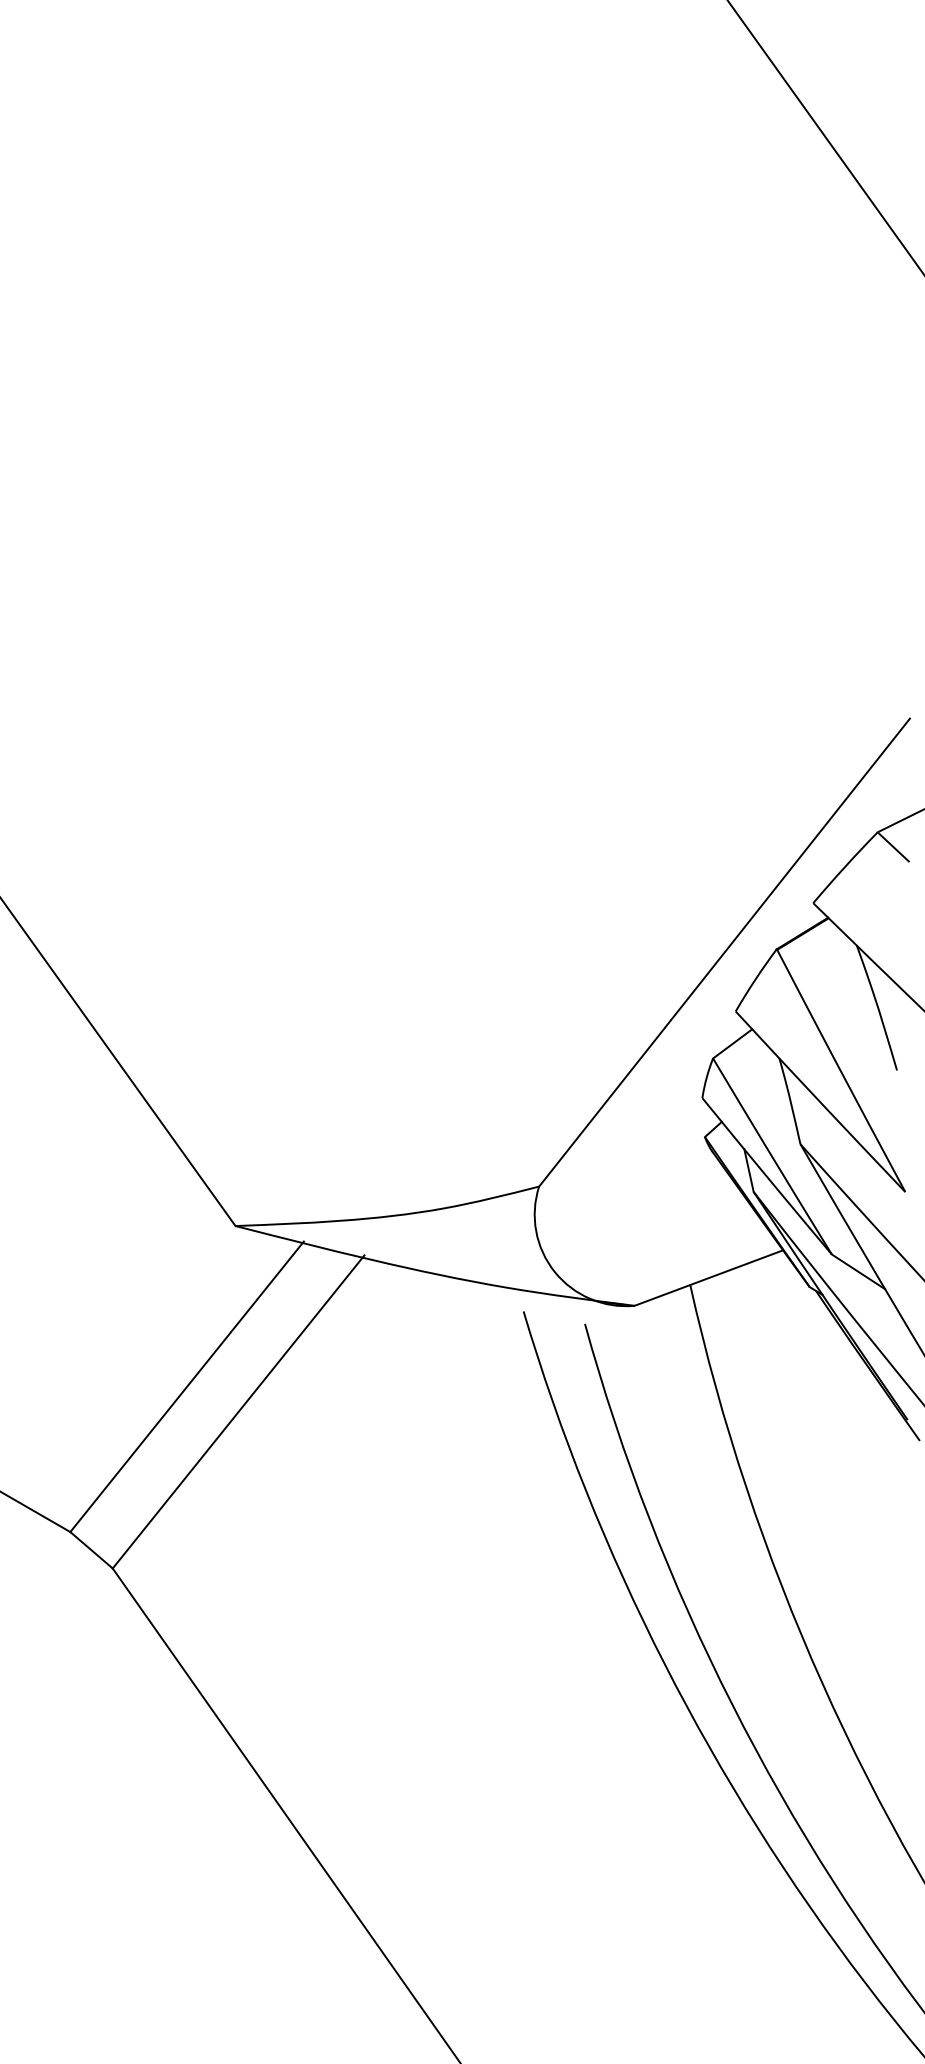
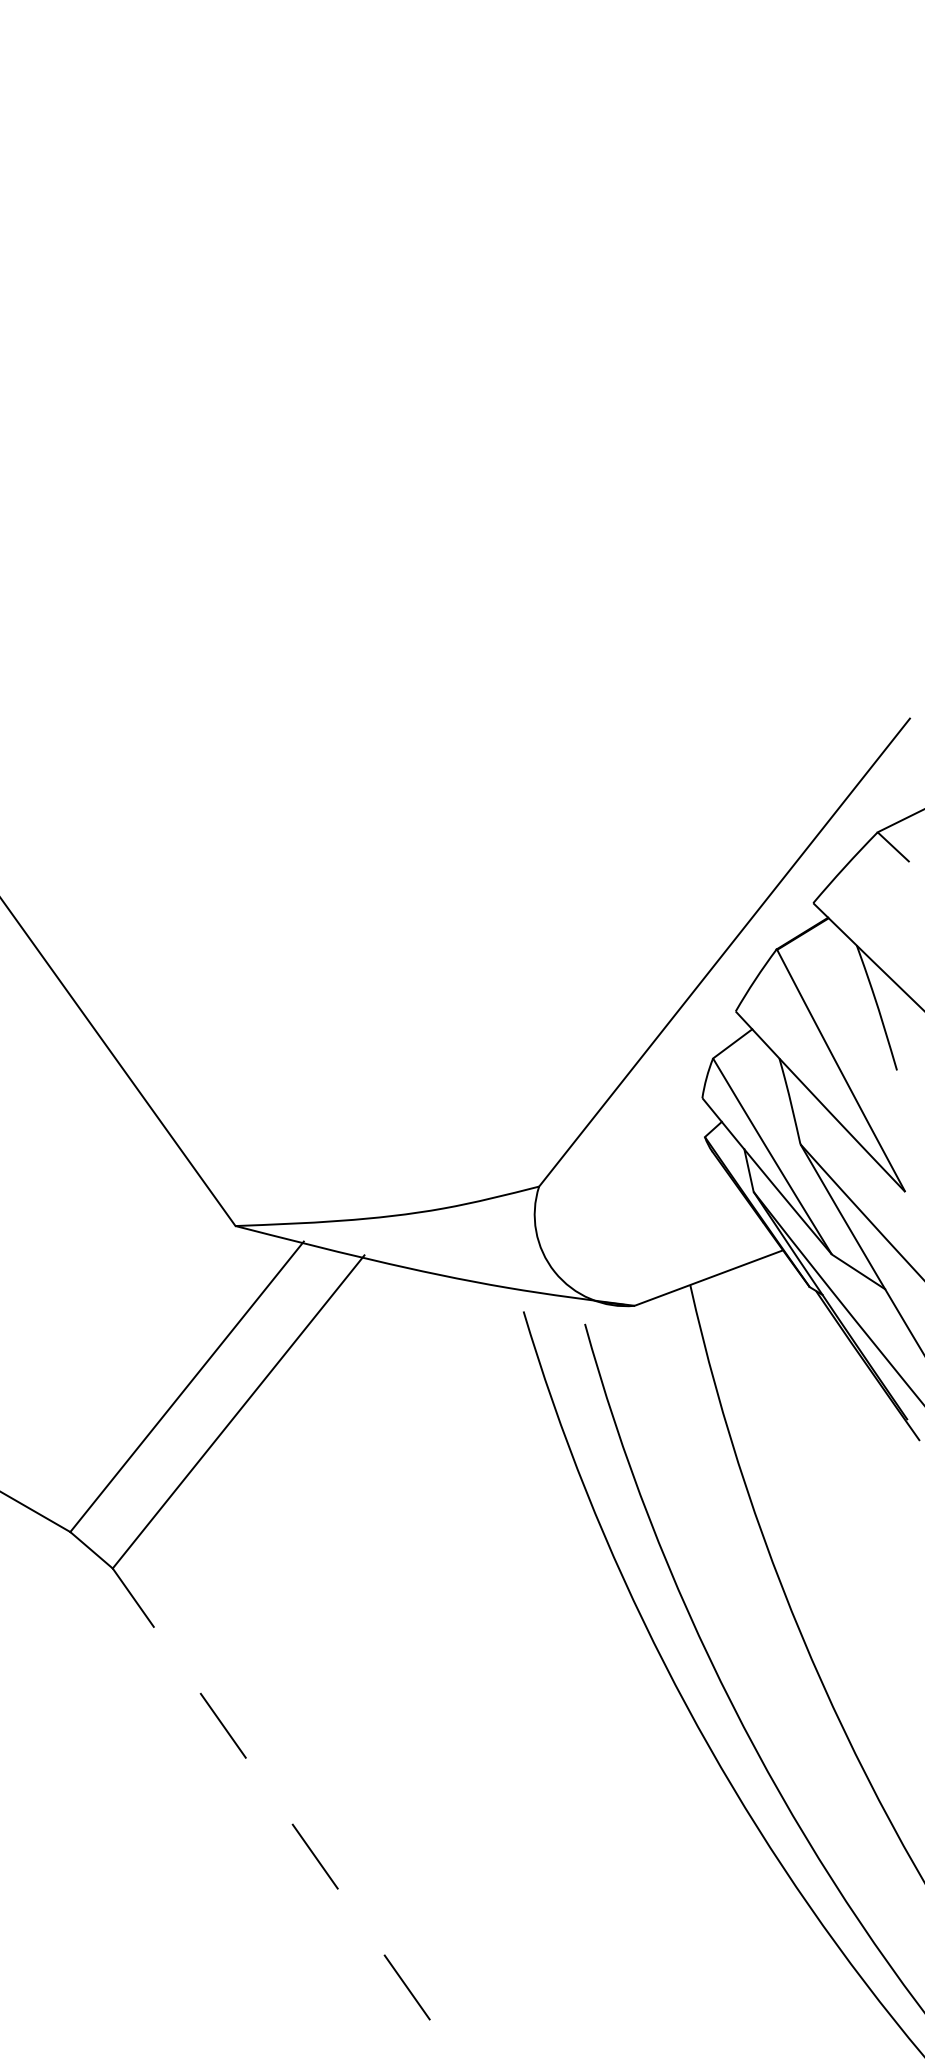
line at (824, 136): present -> none
line at (286, 1815): solid -> dashed
